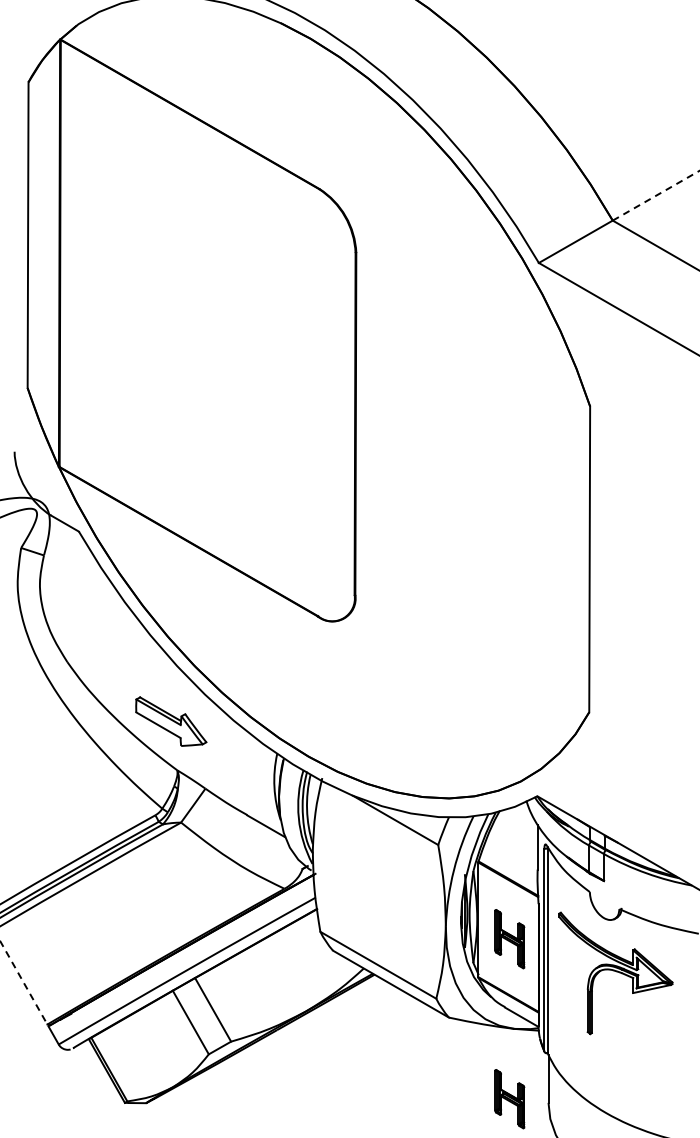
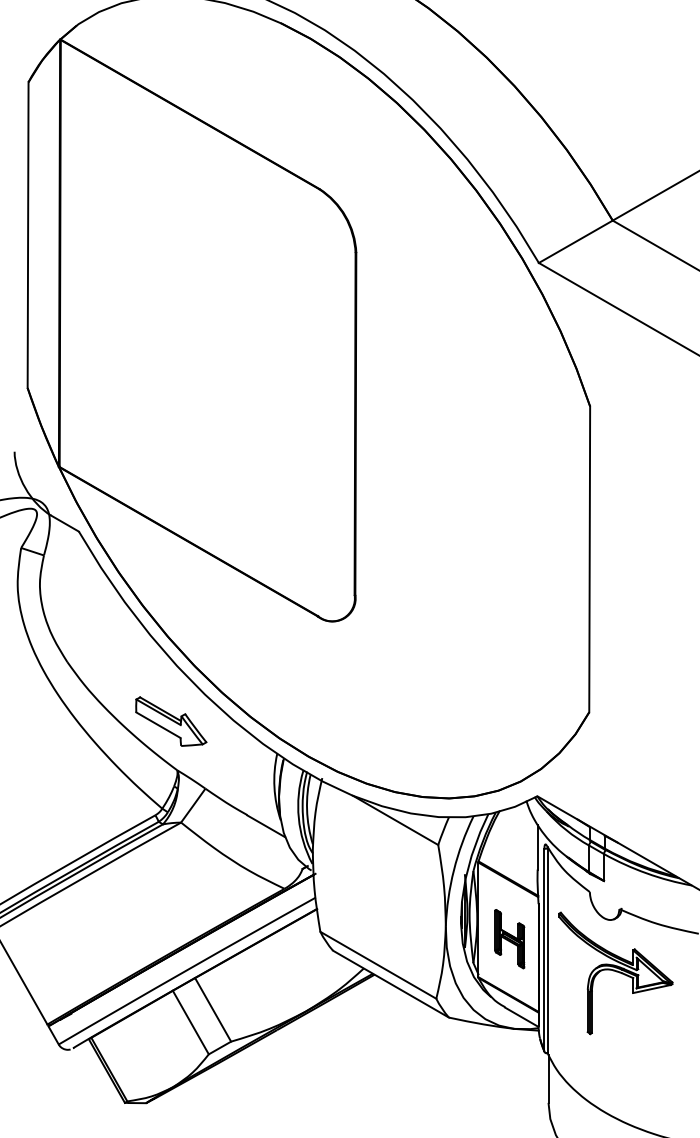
line at (656, 195): dashed -> solid
line at (23, 982): dashed -> solid
part at (509, 1099): present -> none
